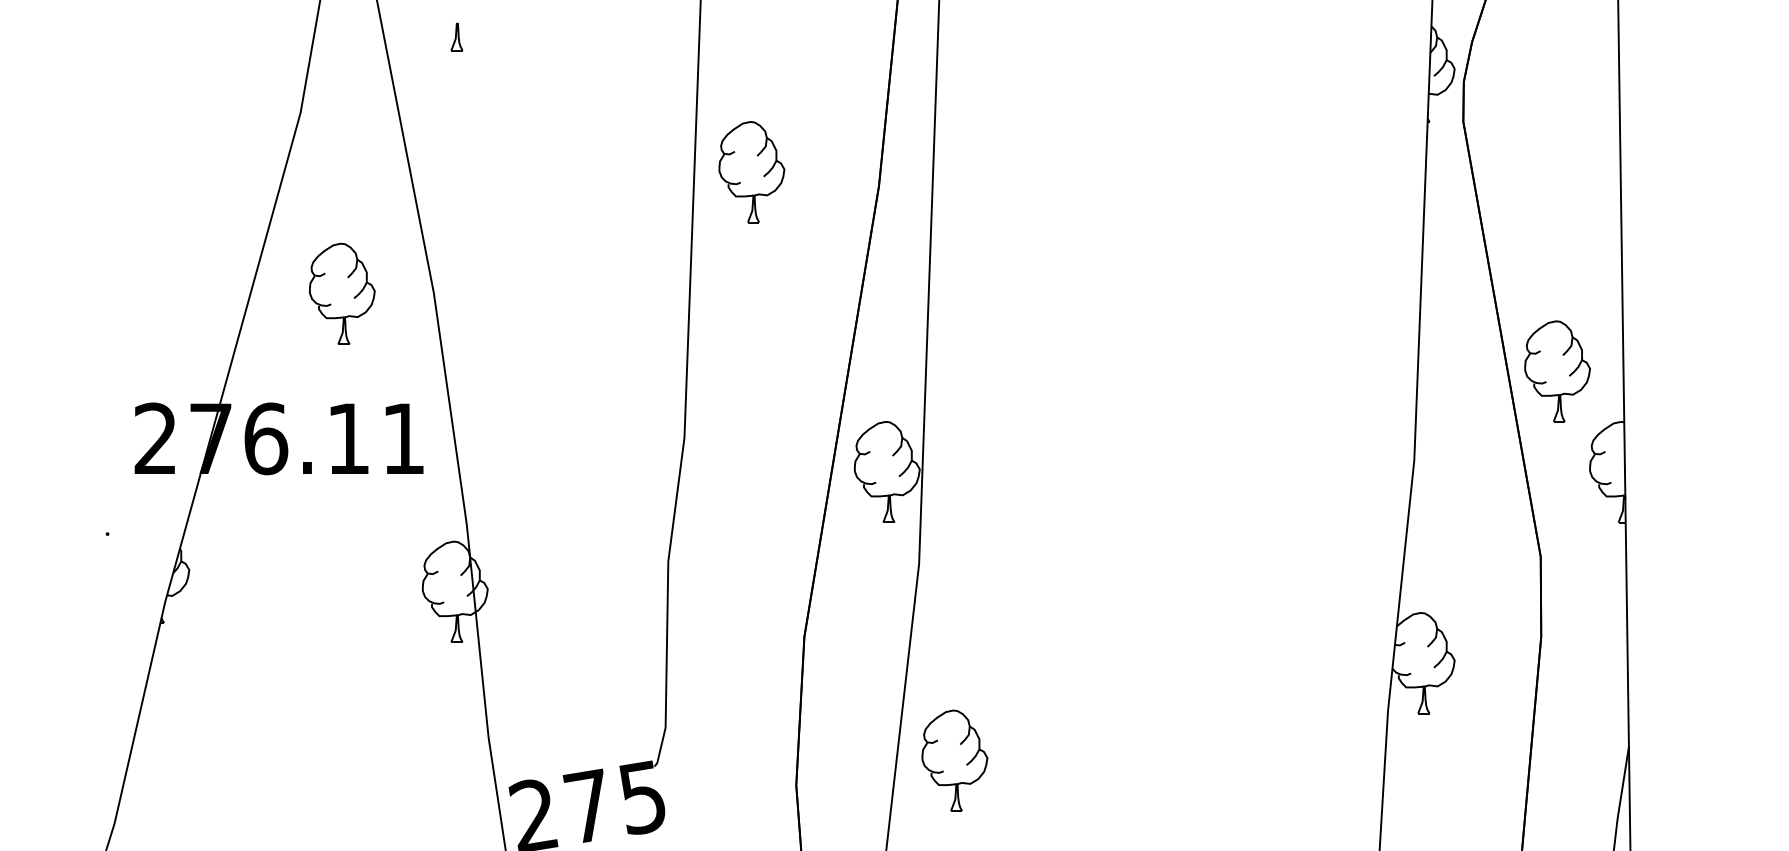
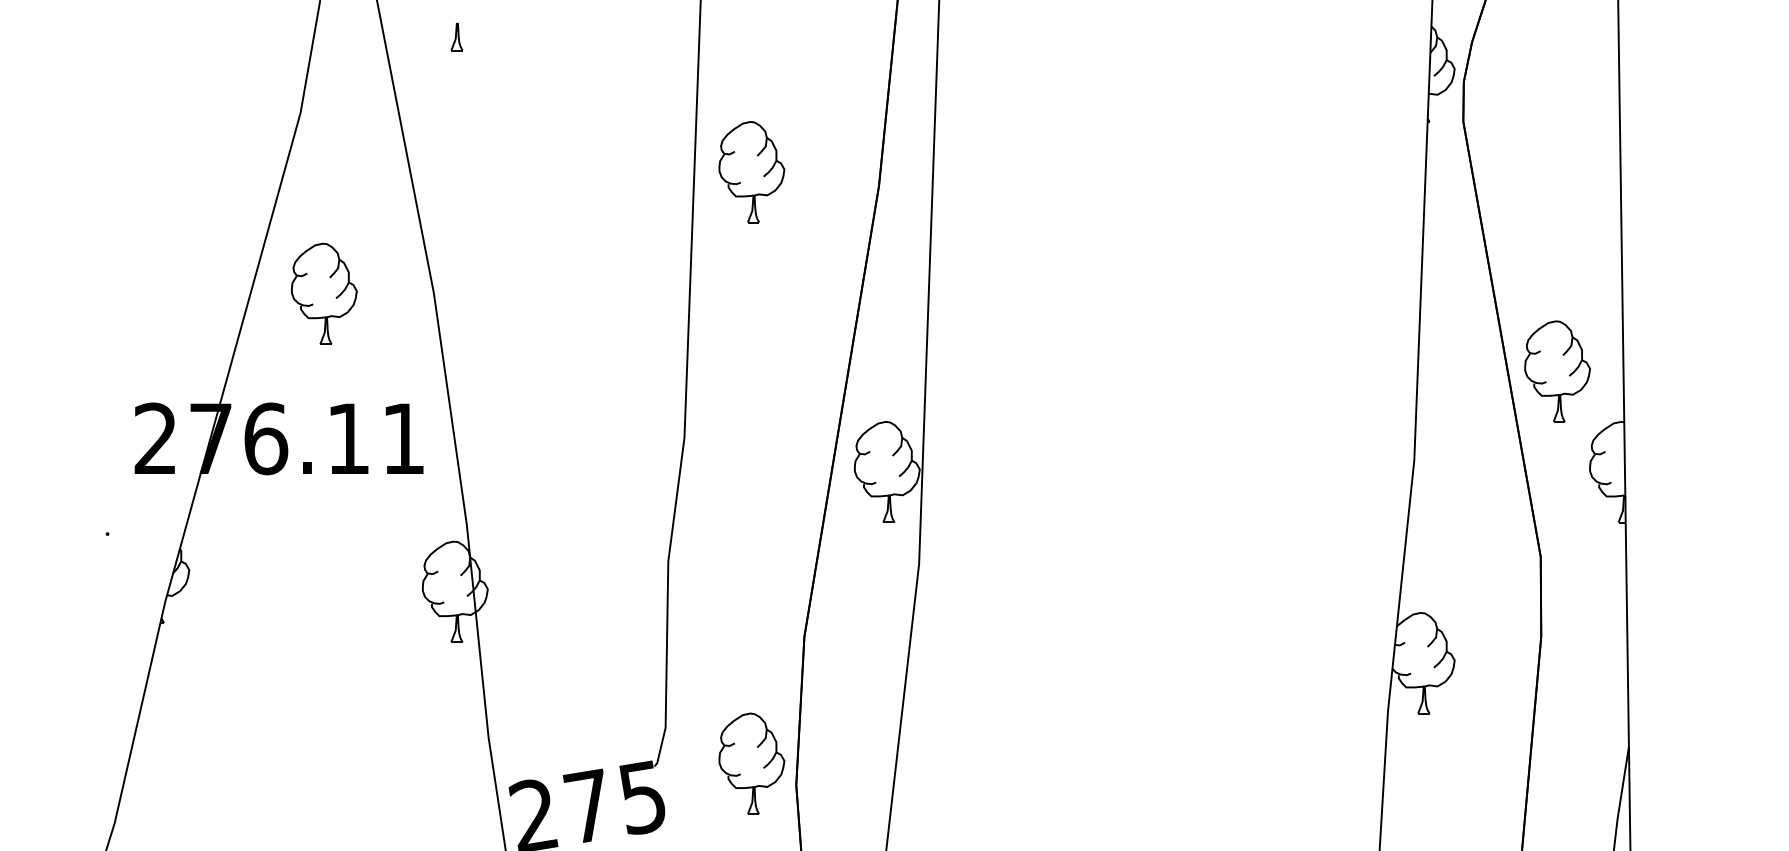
part at (342, 293) position: (342, 293) -> (324, 293)
part at (954, 760) position: (954, 760) -> (751, 763)
